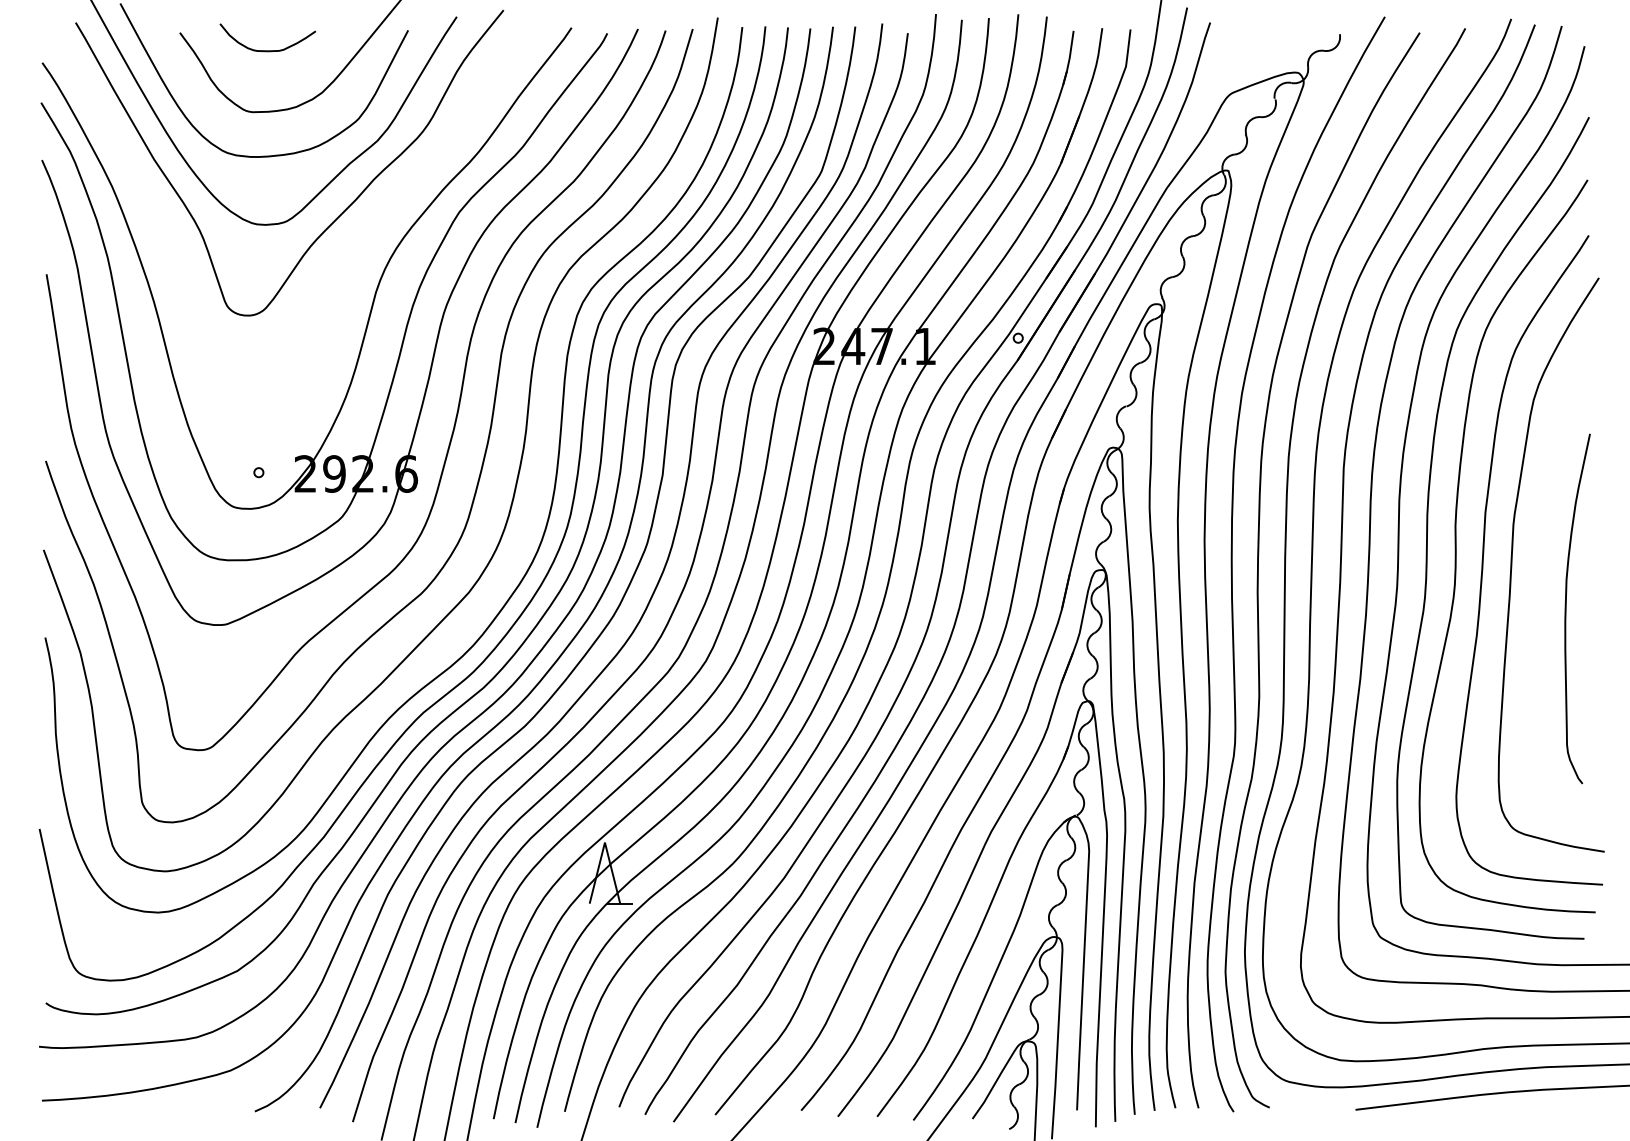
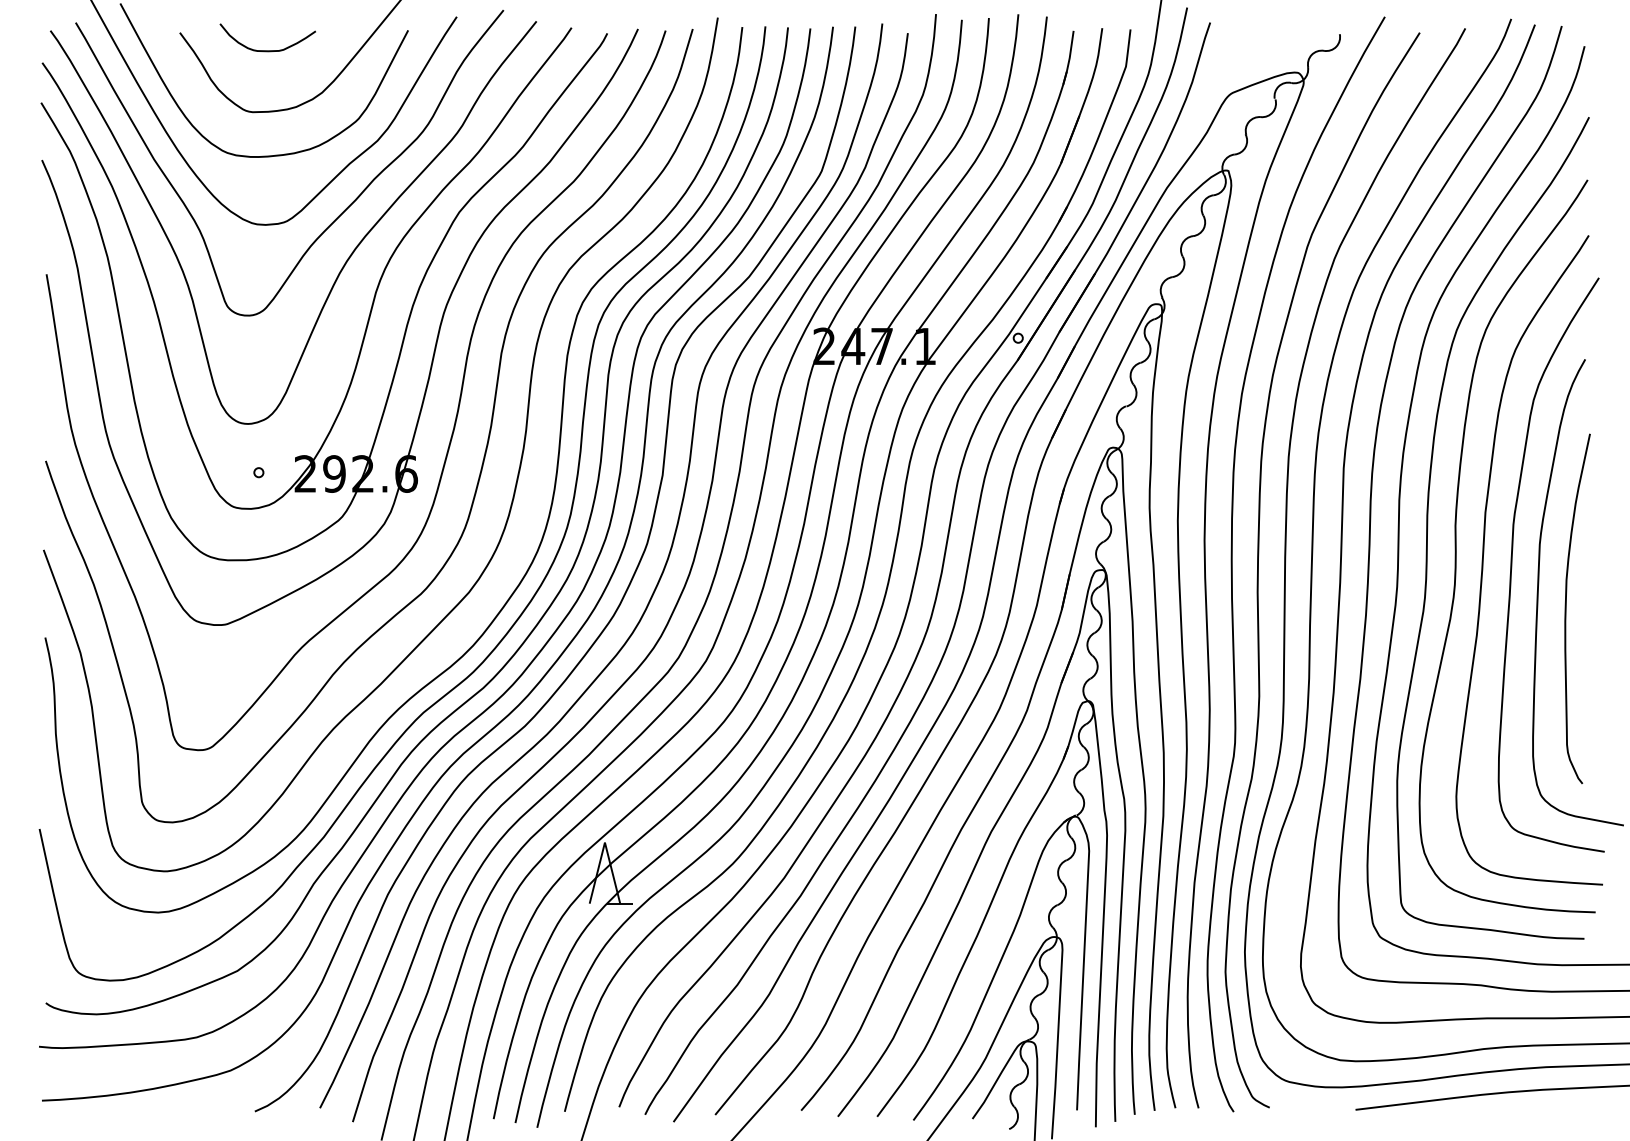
curve at (347, 258): none -> present
curve at (1538, 592): none -> present
